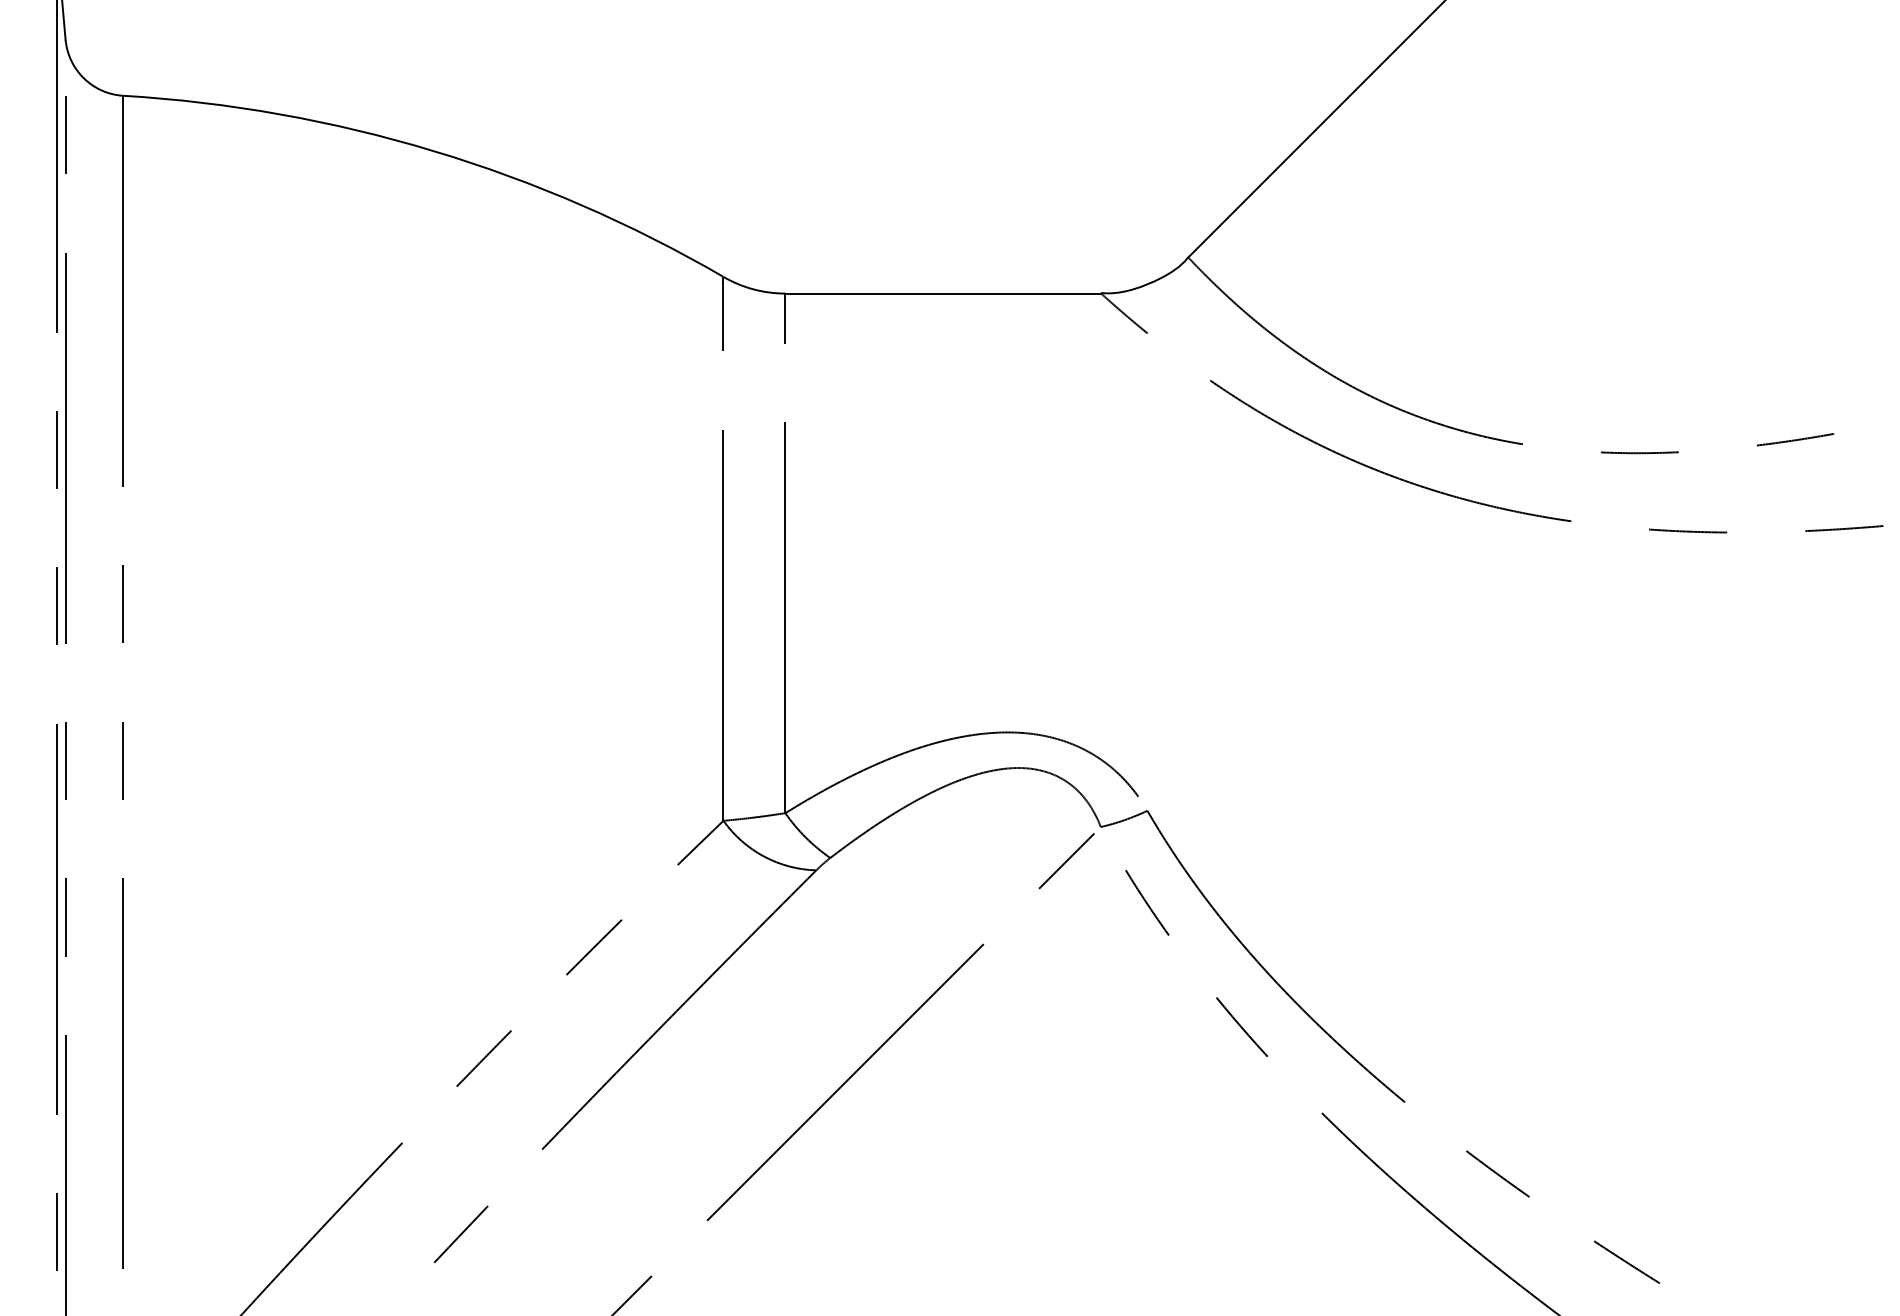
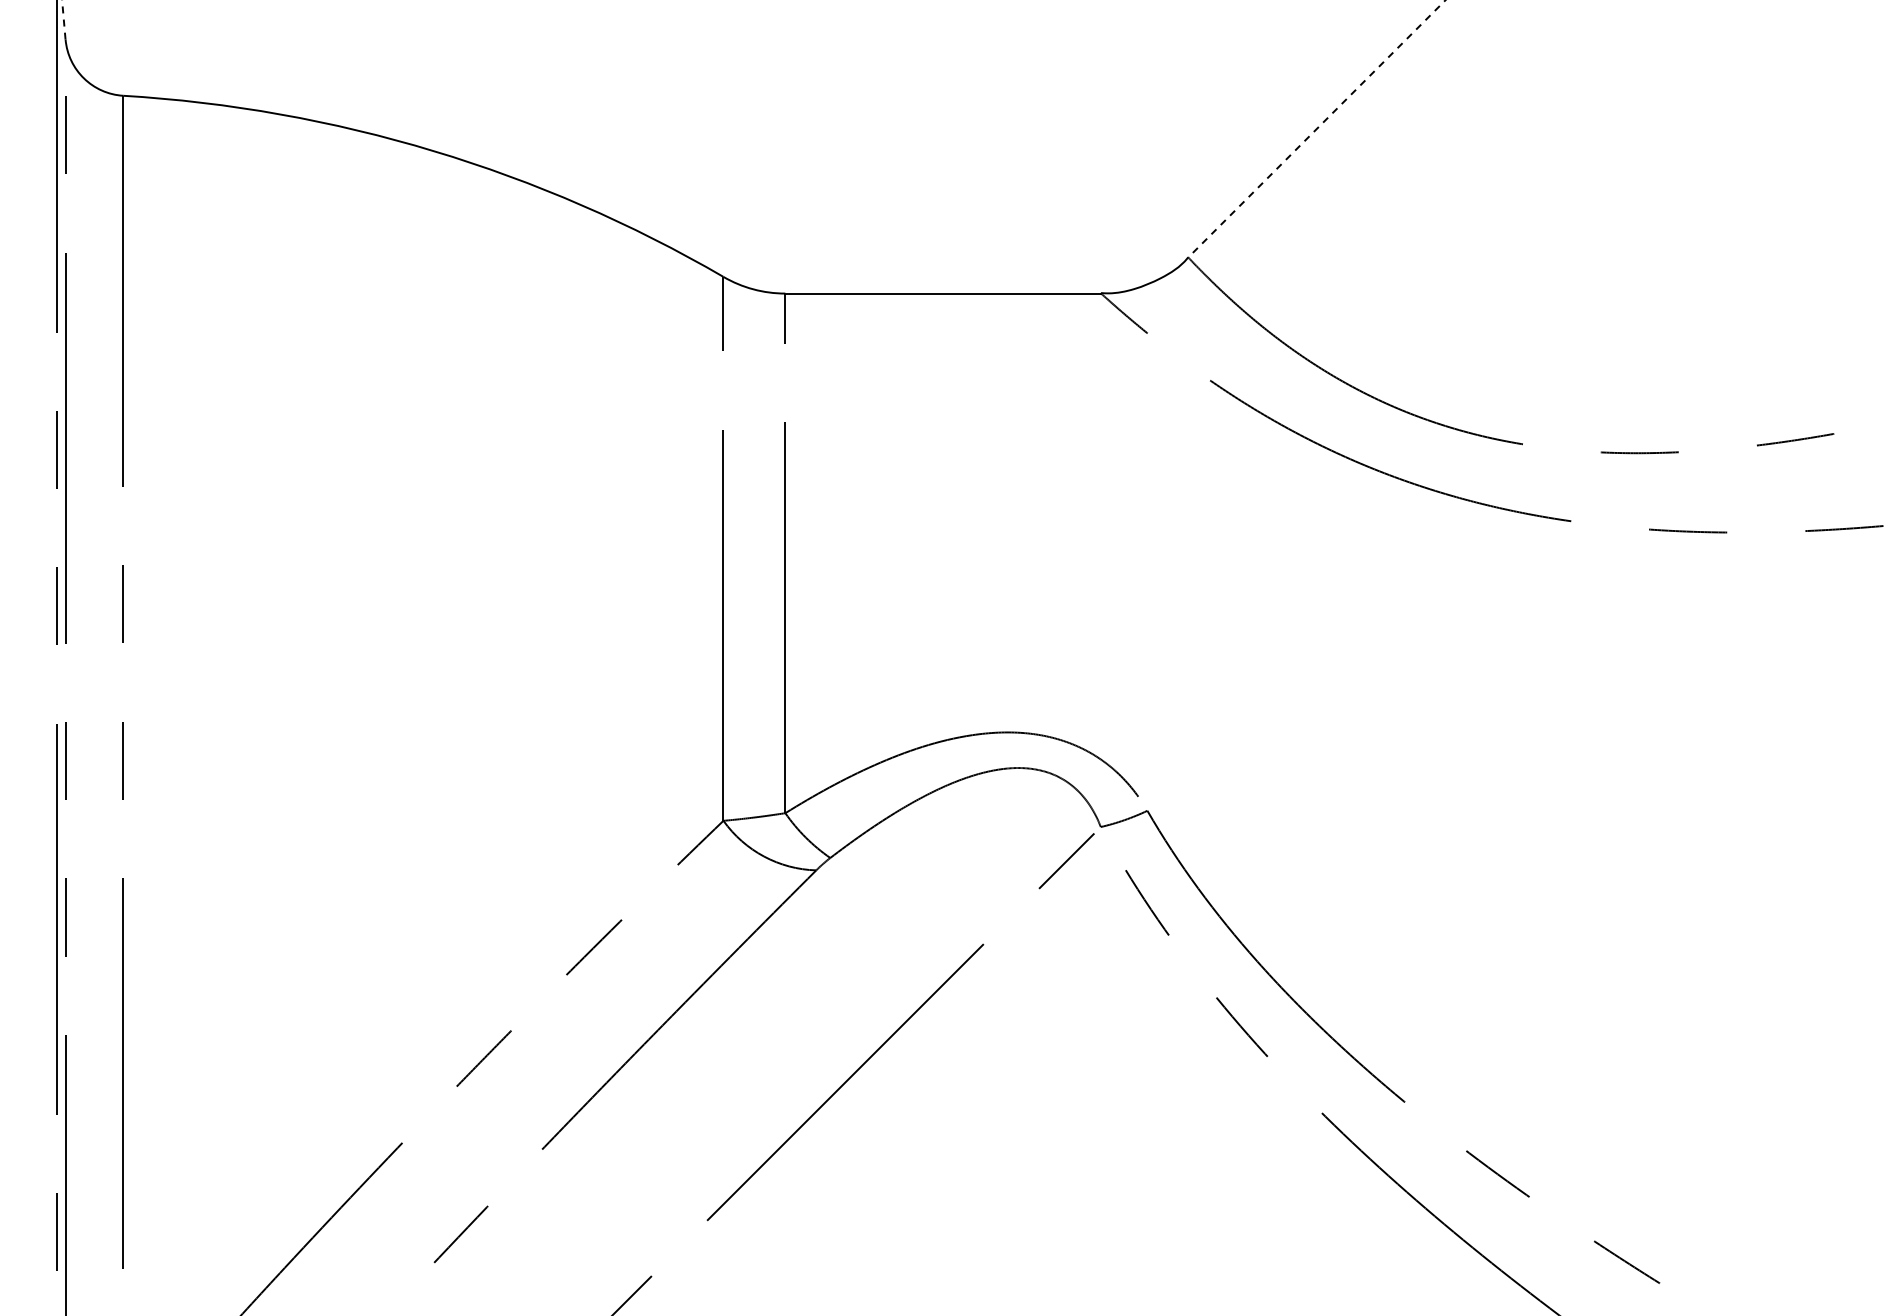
line at (63, 19): solid -> dashed
line at (1316, 128): solid -> dashed
